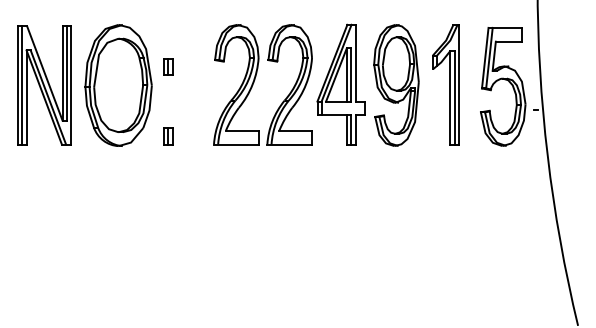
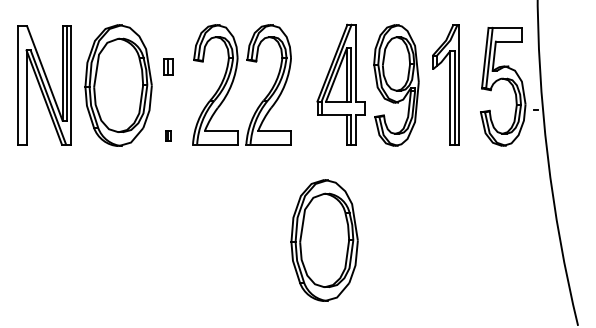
part at (255, 80) position: (255, 80) -> (234, 80)
line at (22, 85): present -> none
part at (168, 136) size: 11x19 px -> 7x12 px
part at (324, 240): none -> present
